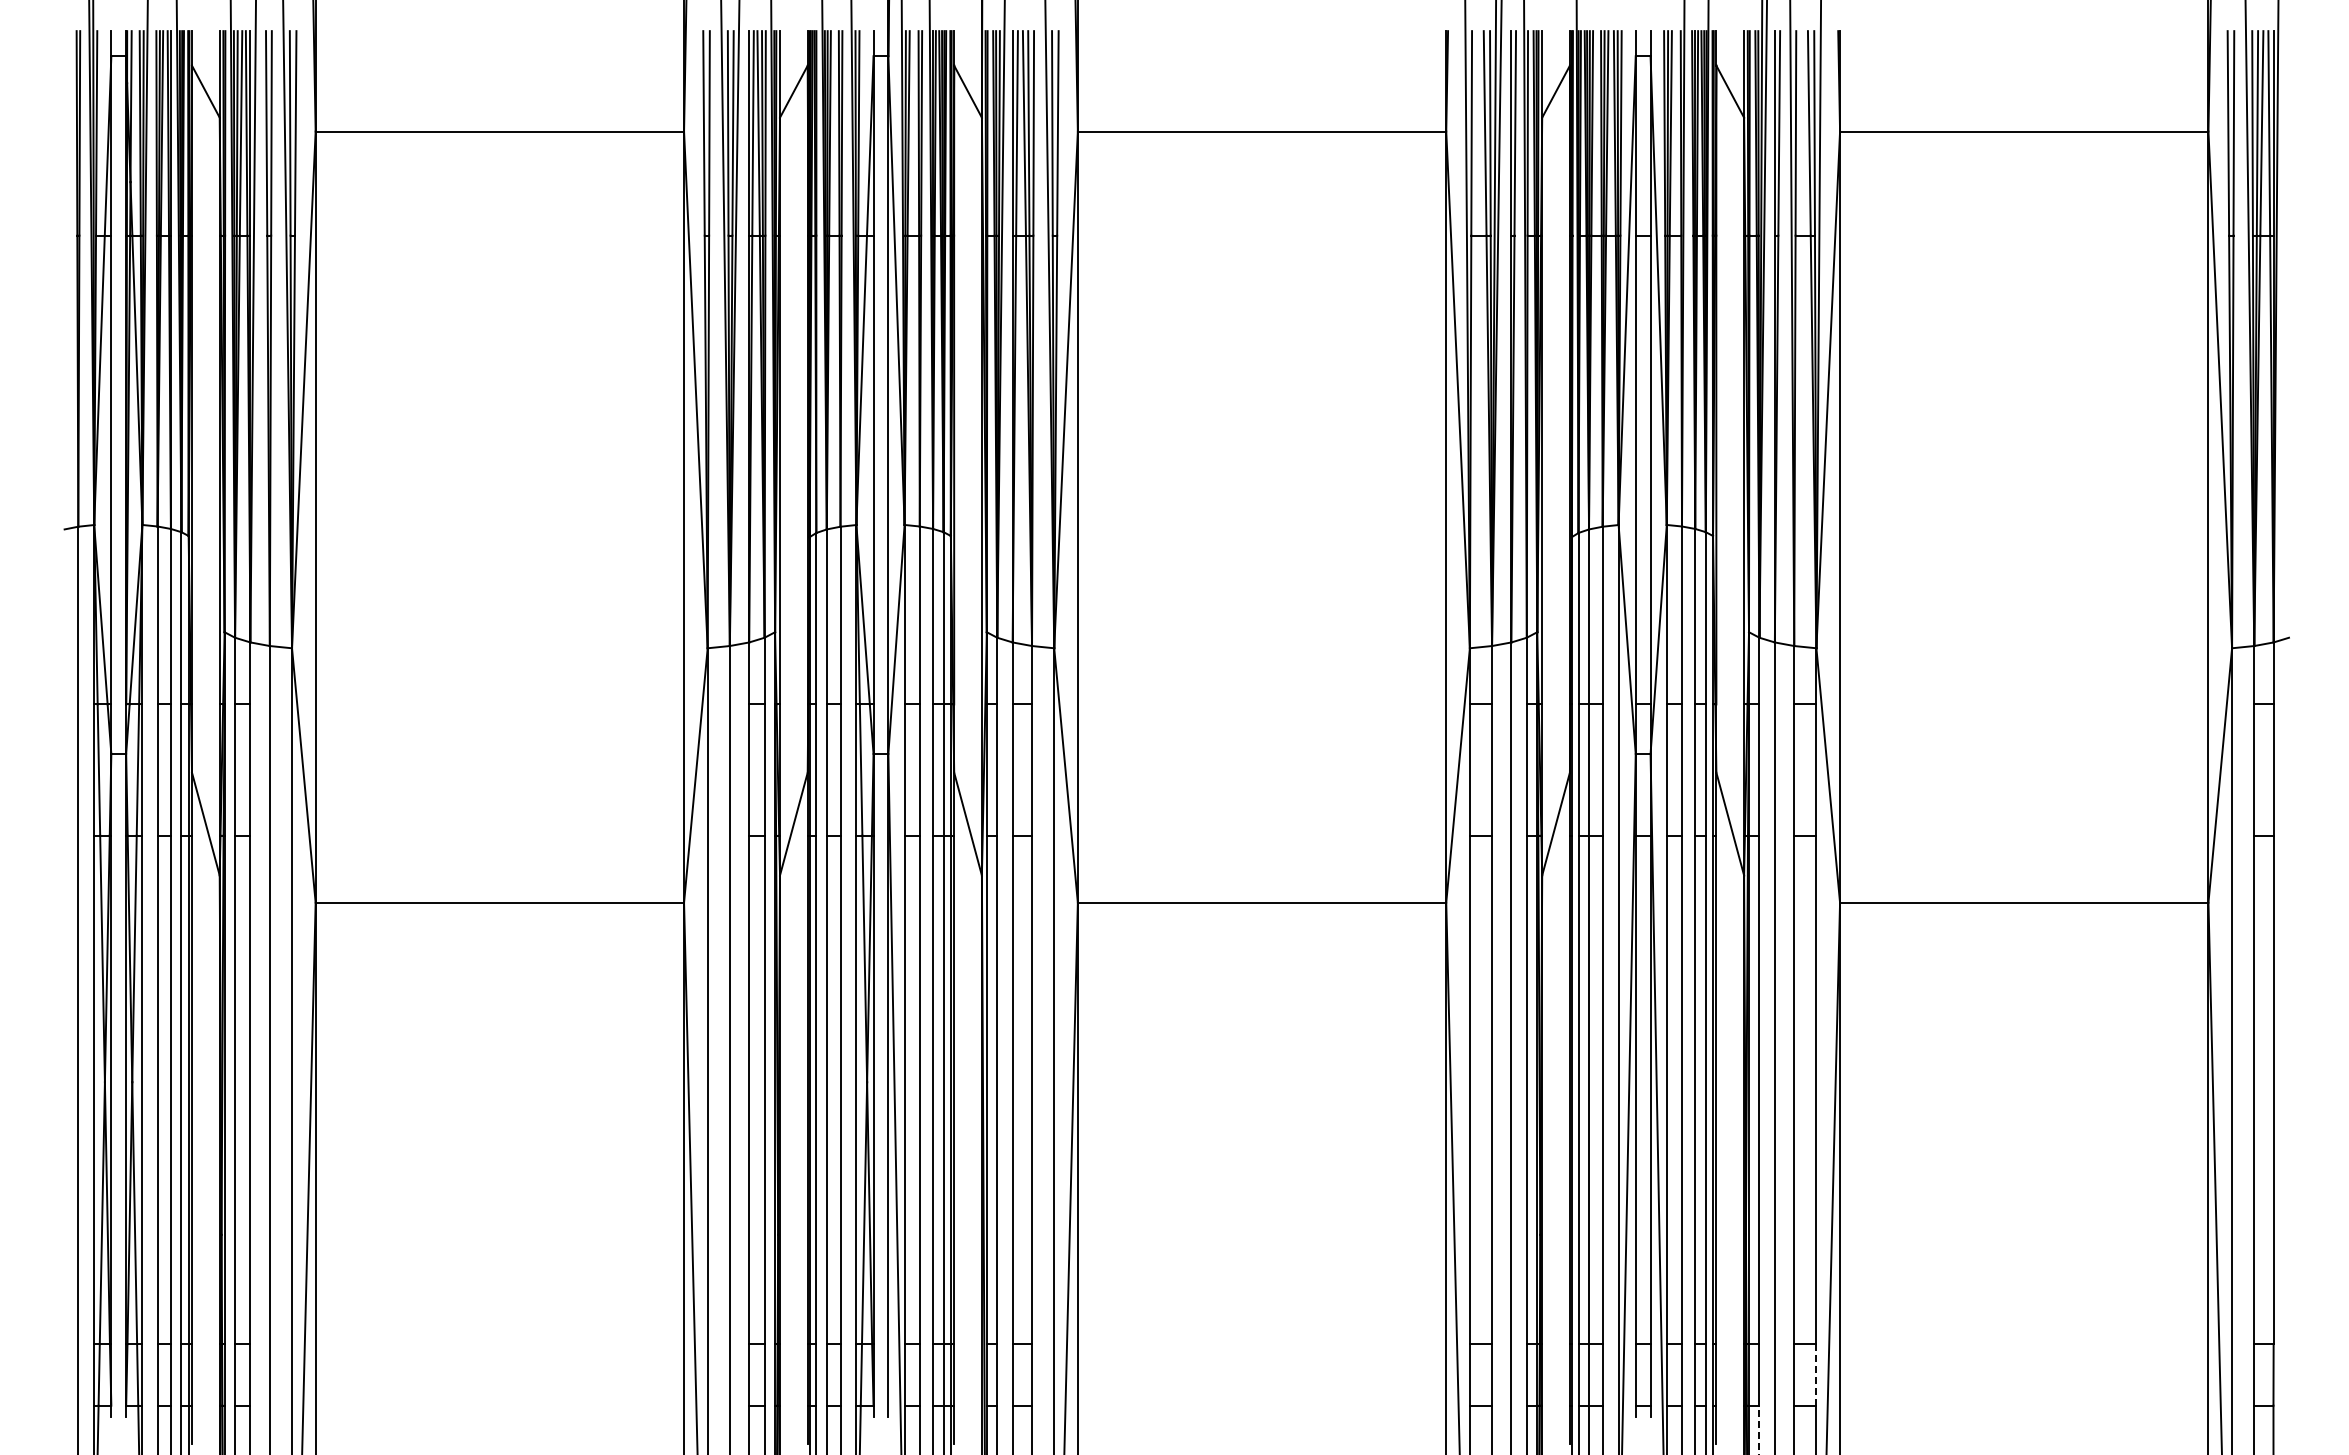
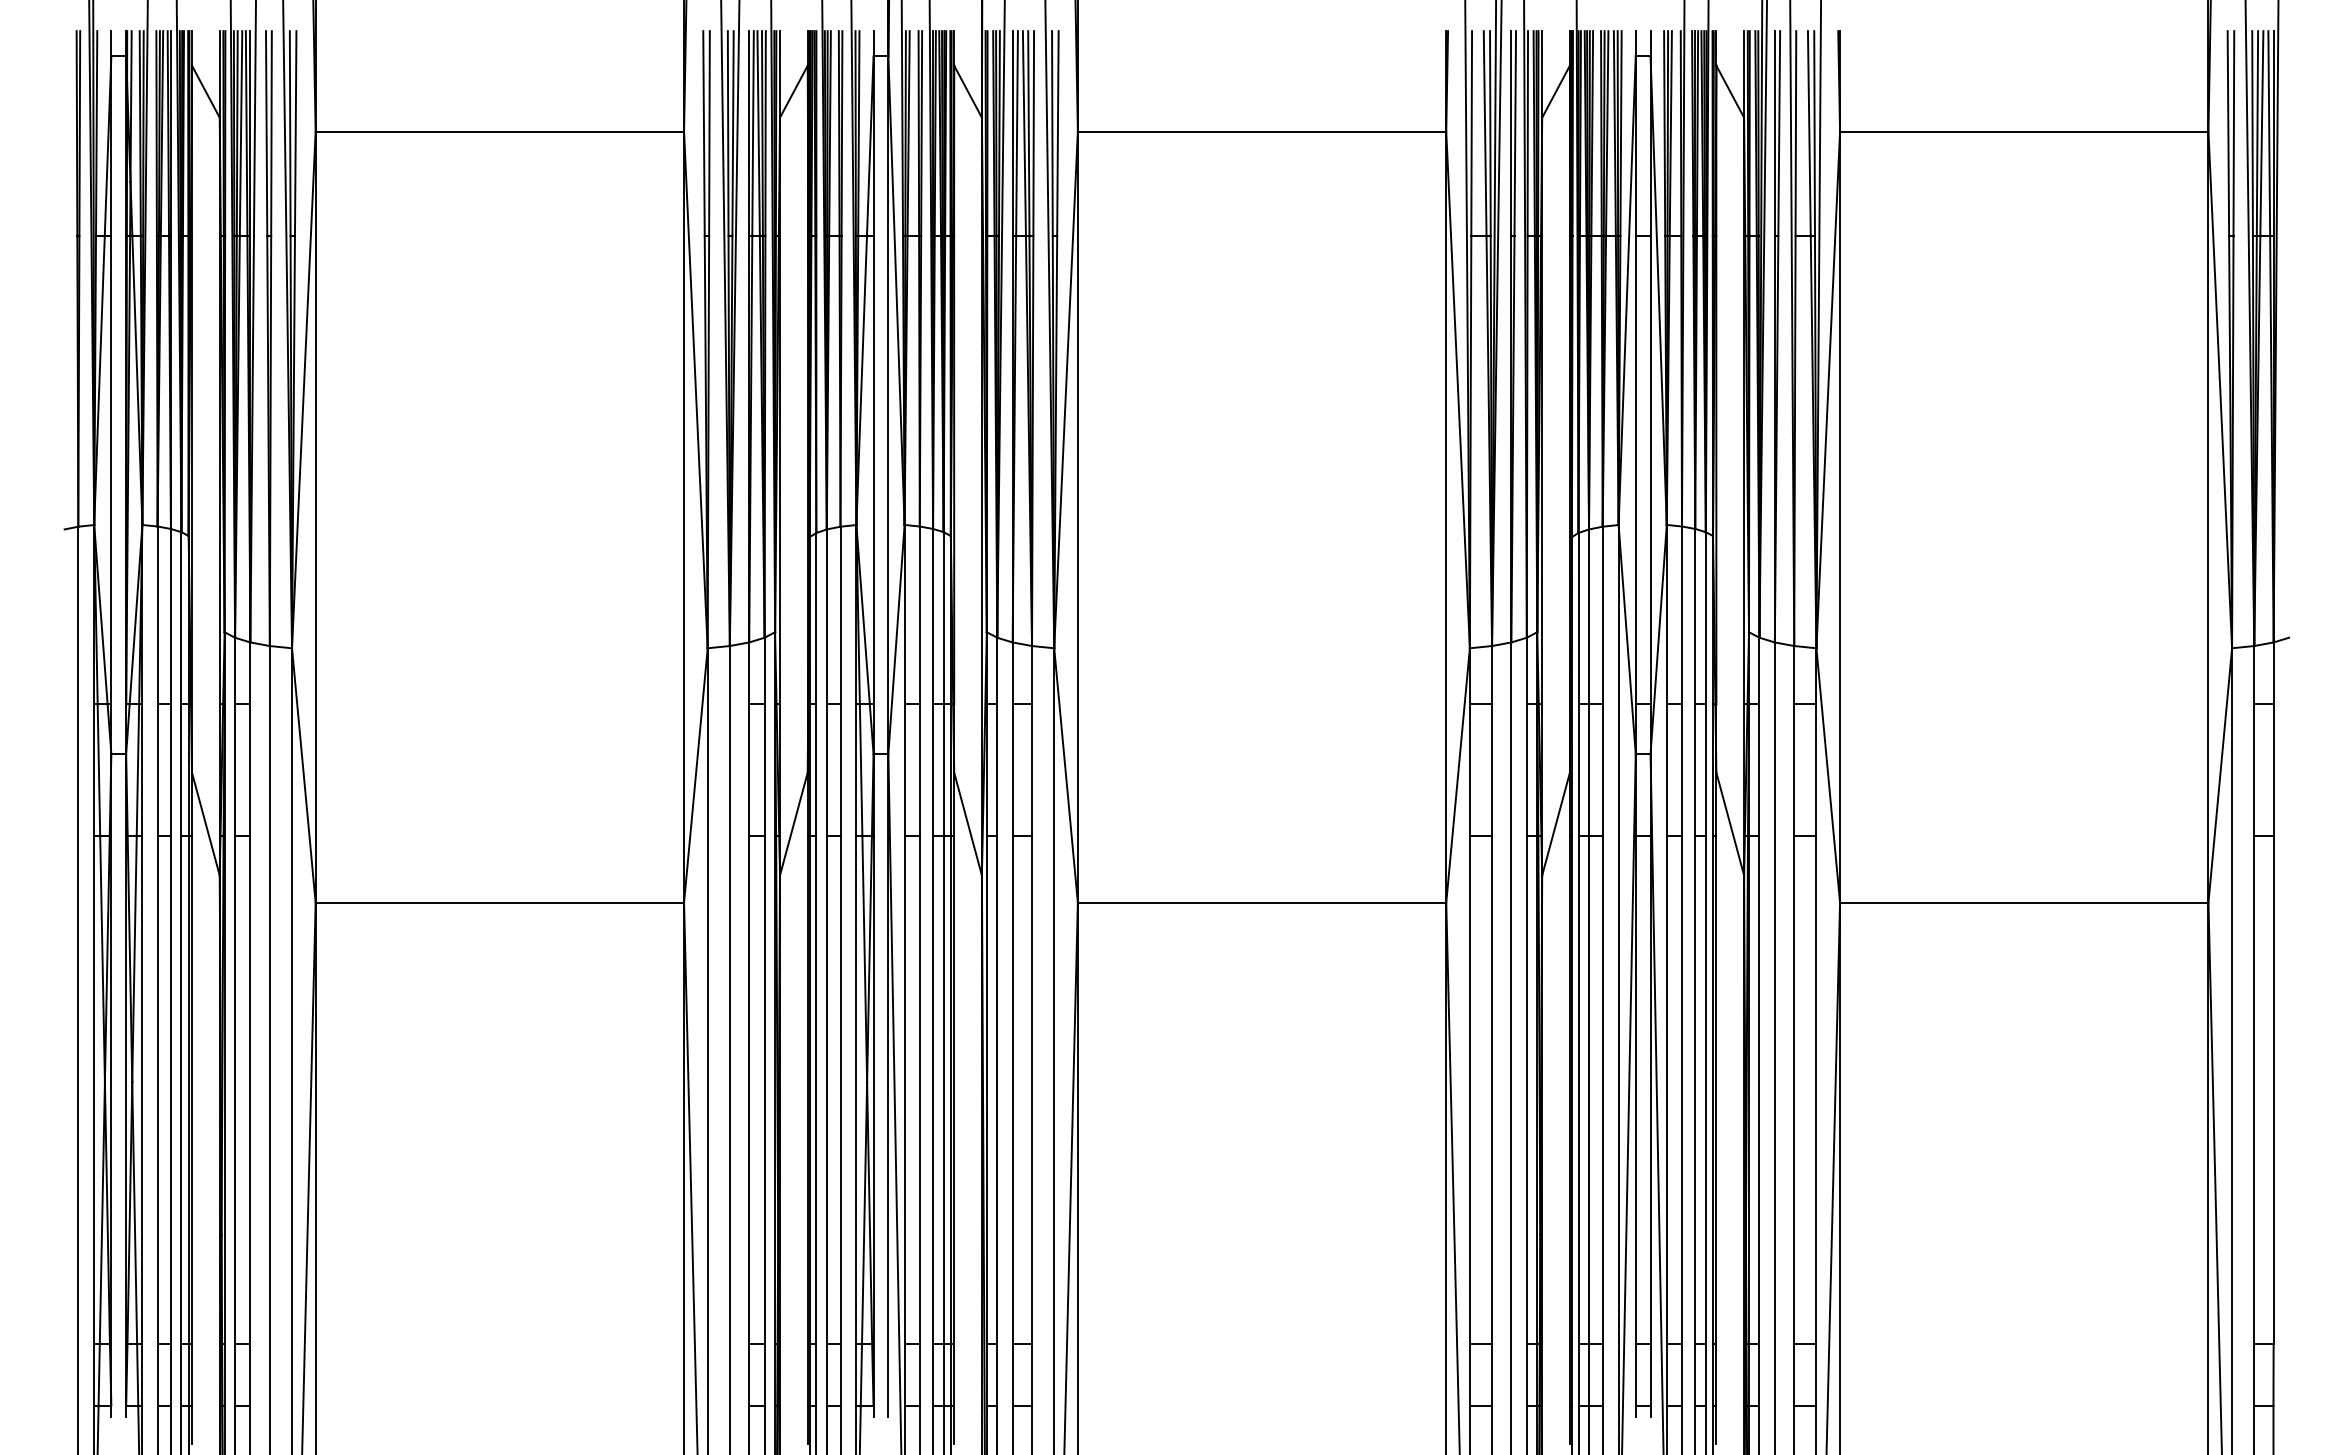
line at (1816, 1374): dashed -> solid
line at (1759, 1429): dashed -> solid
